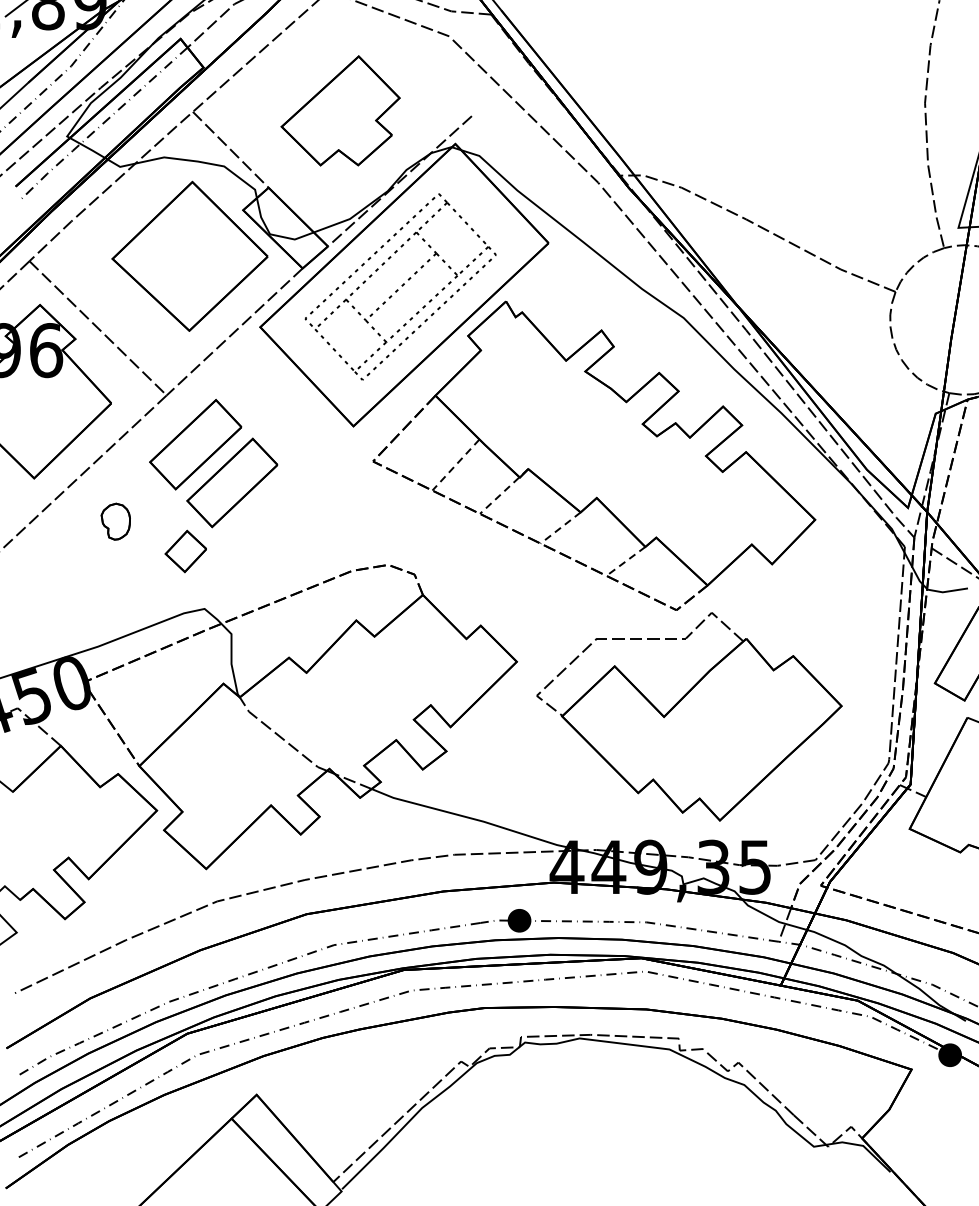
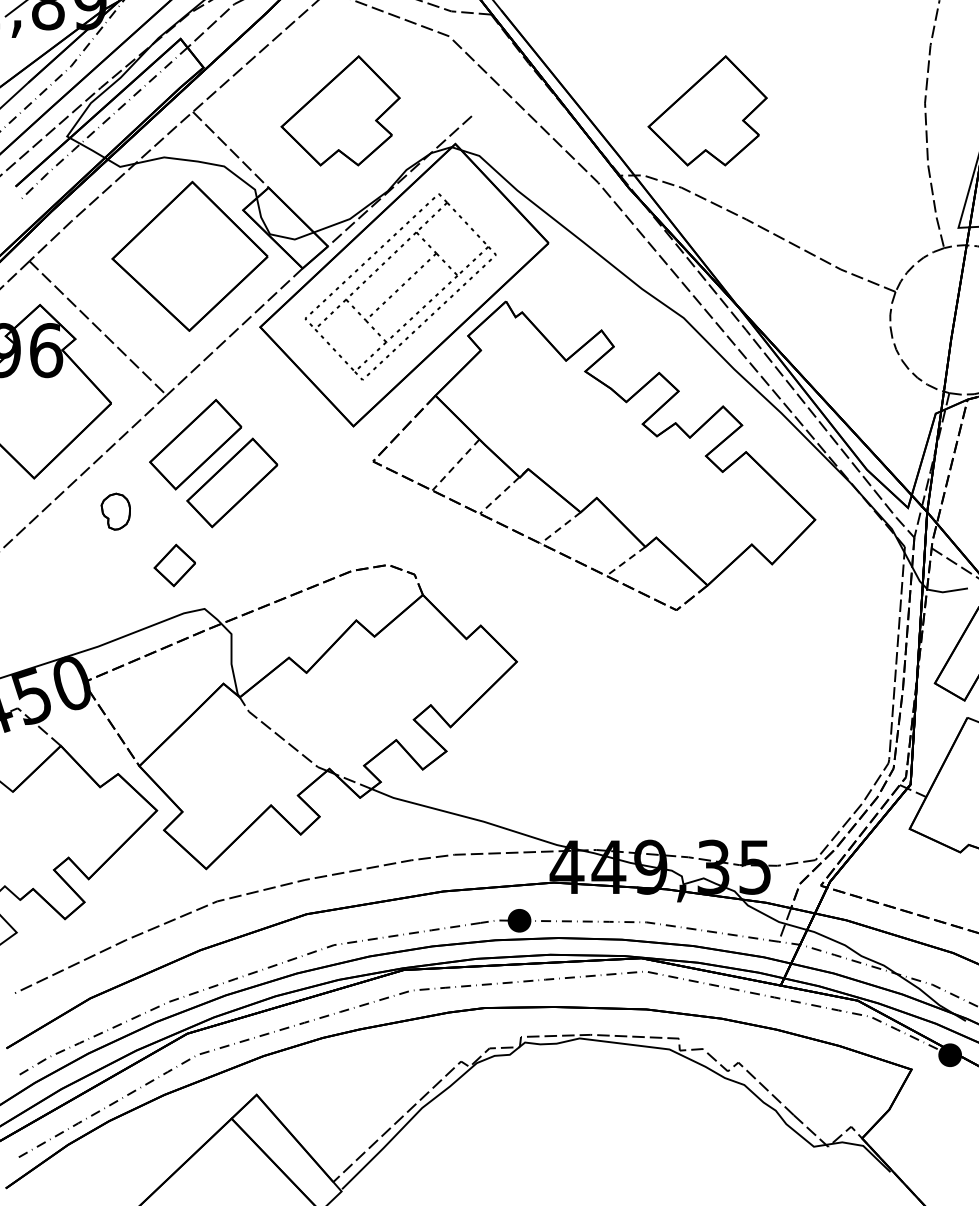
part at (707, 110): none -> present
part at (115, 521) position: (115, 521) -> (115, 511)
part at (185, 551) position: (185, 551) -> (174, 565)
part at (689, 716): present -> none
